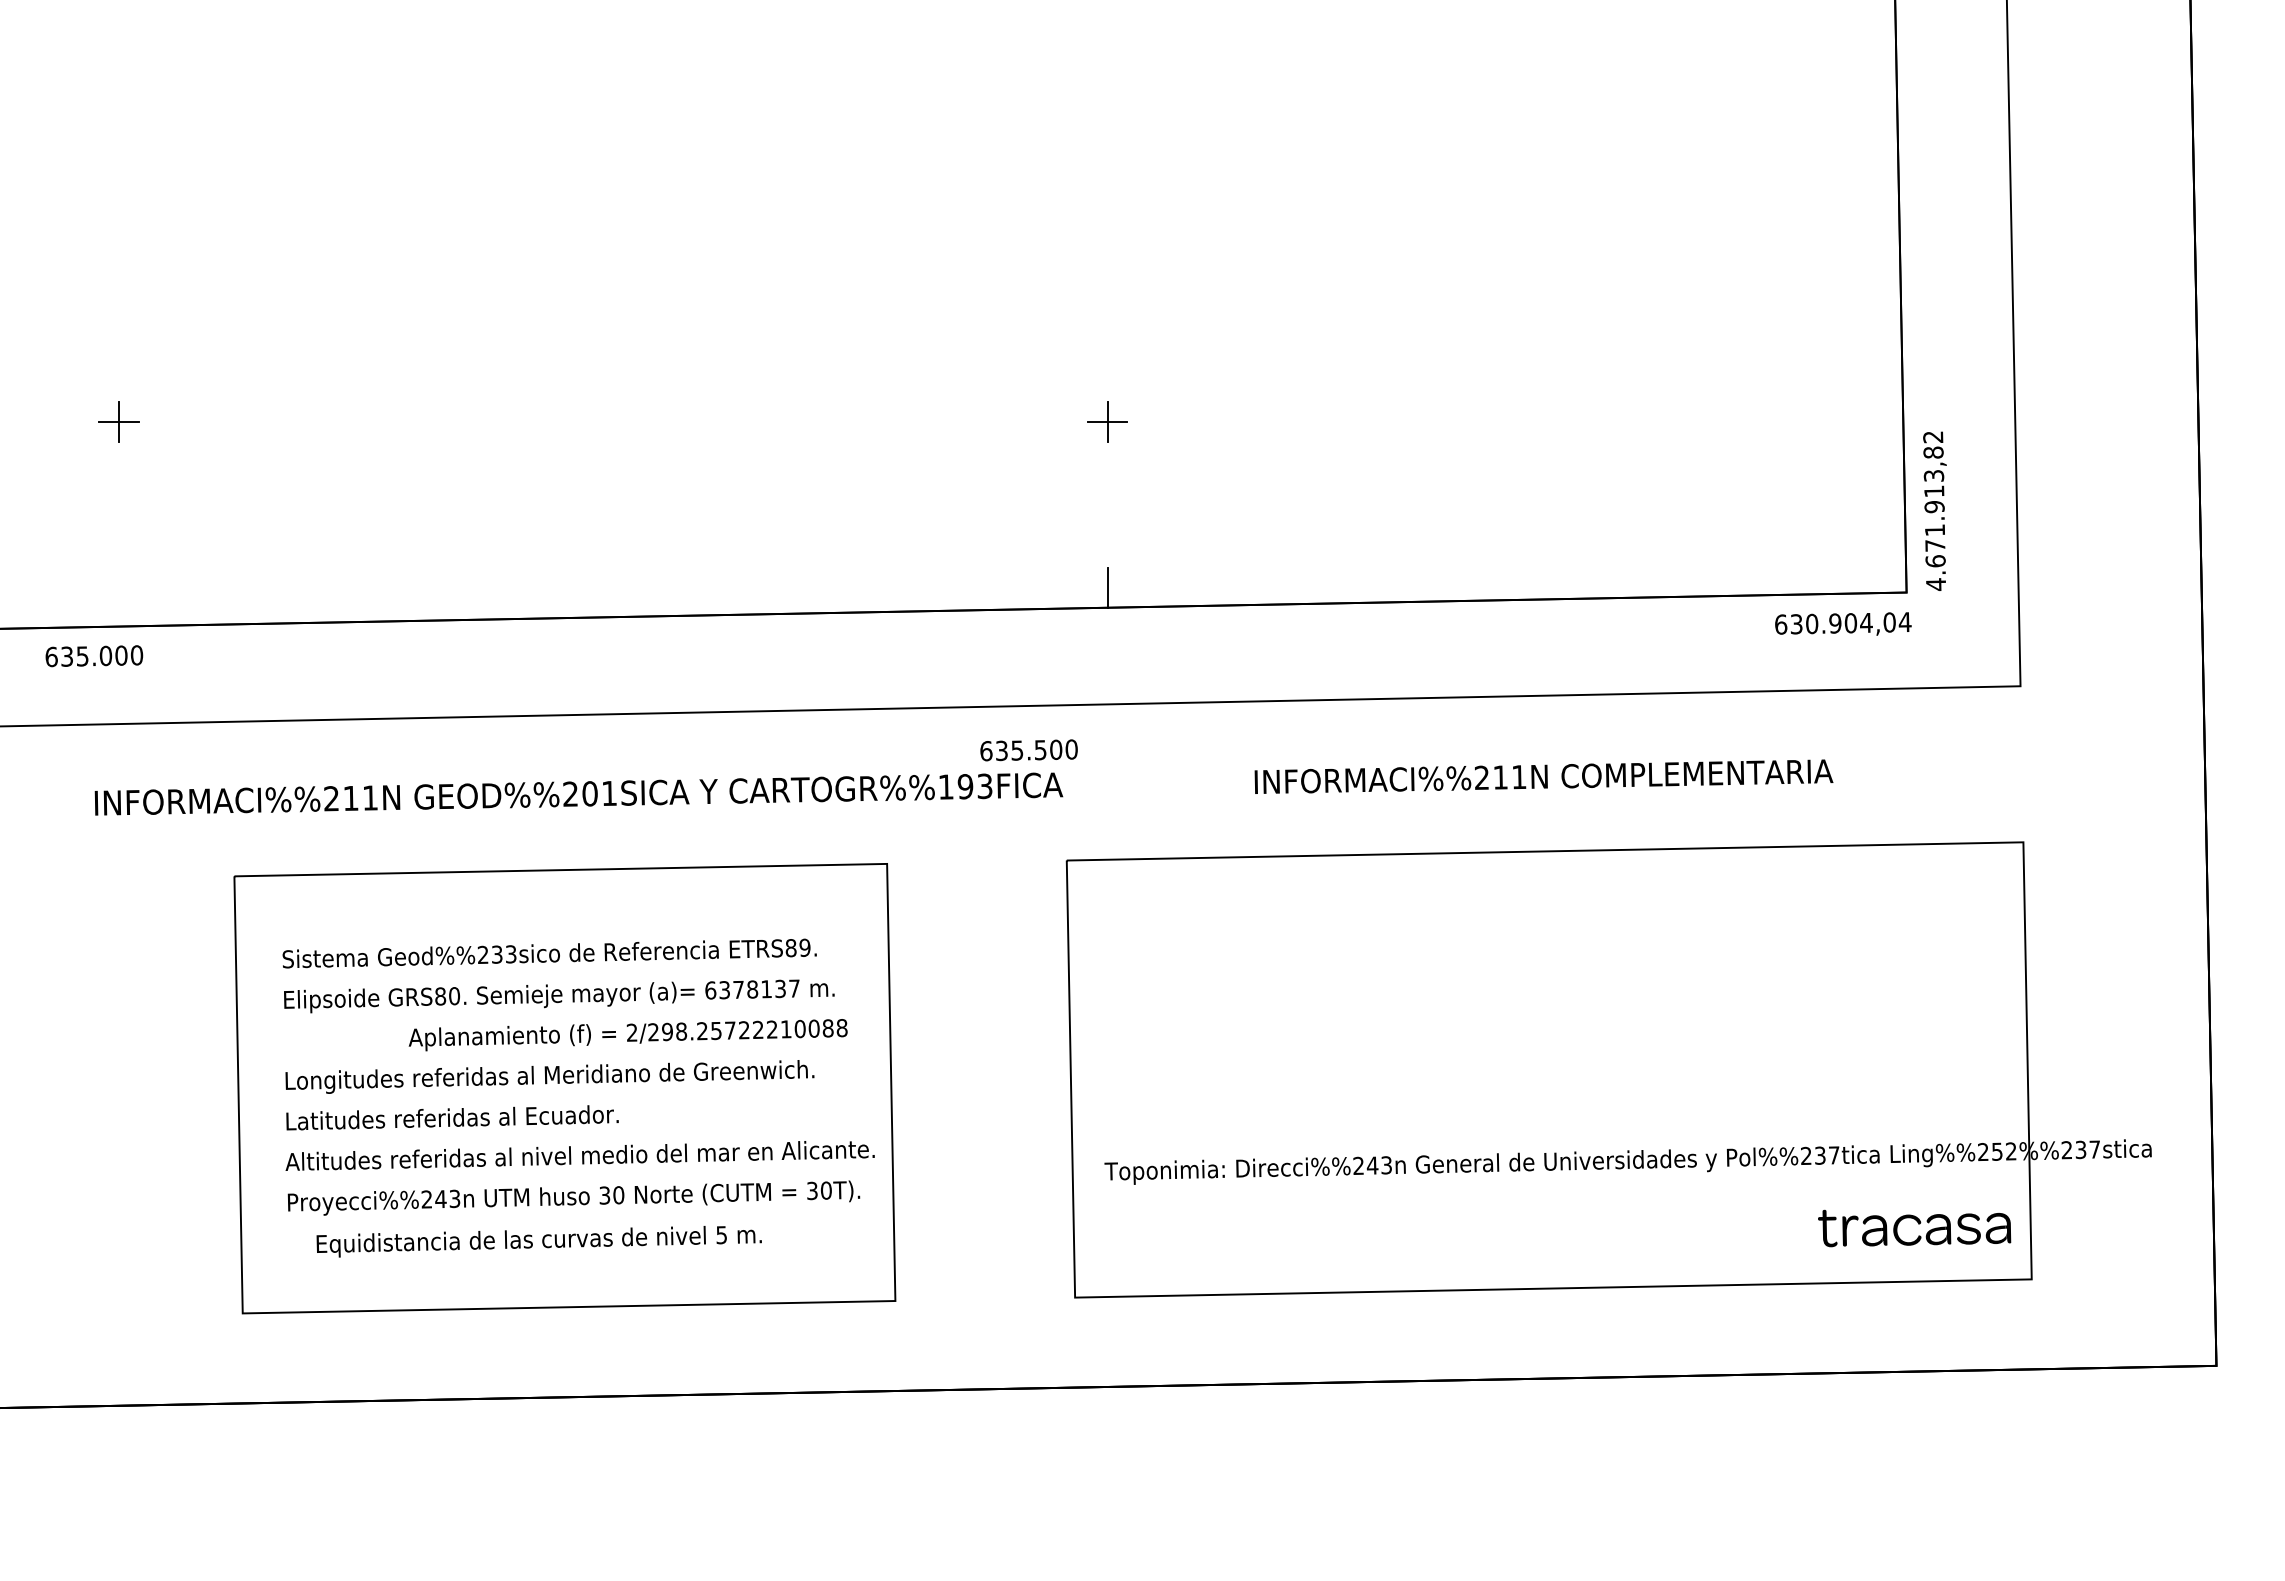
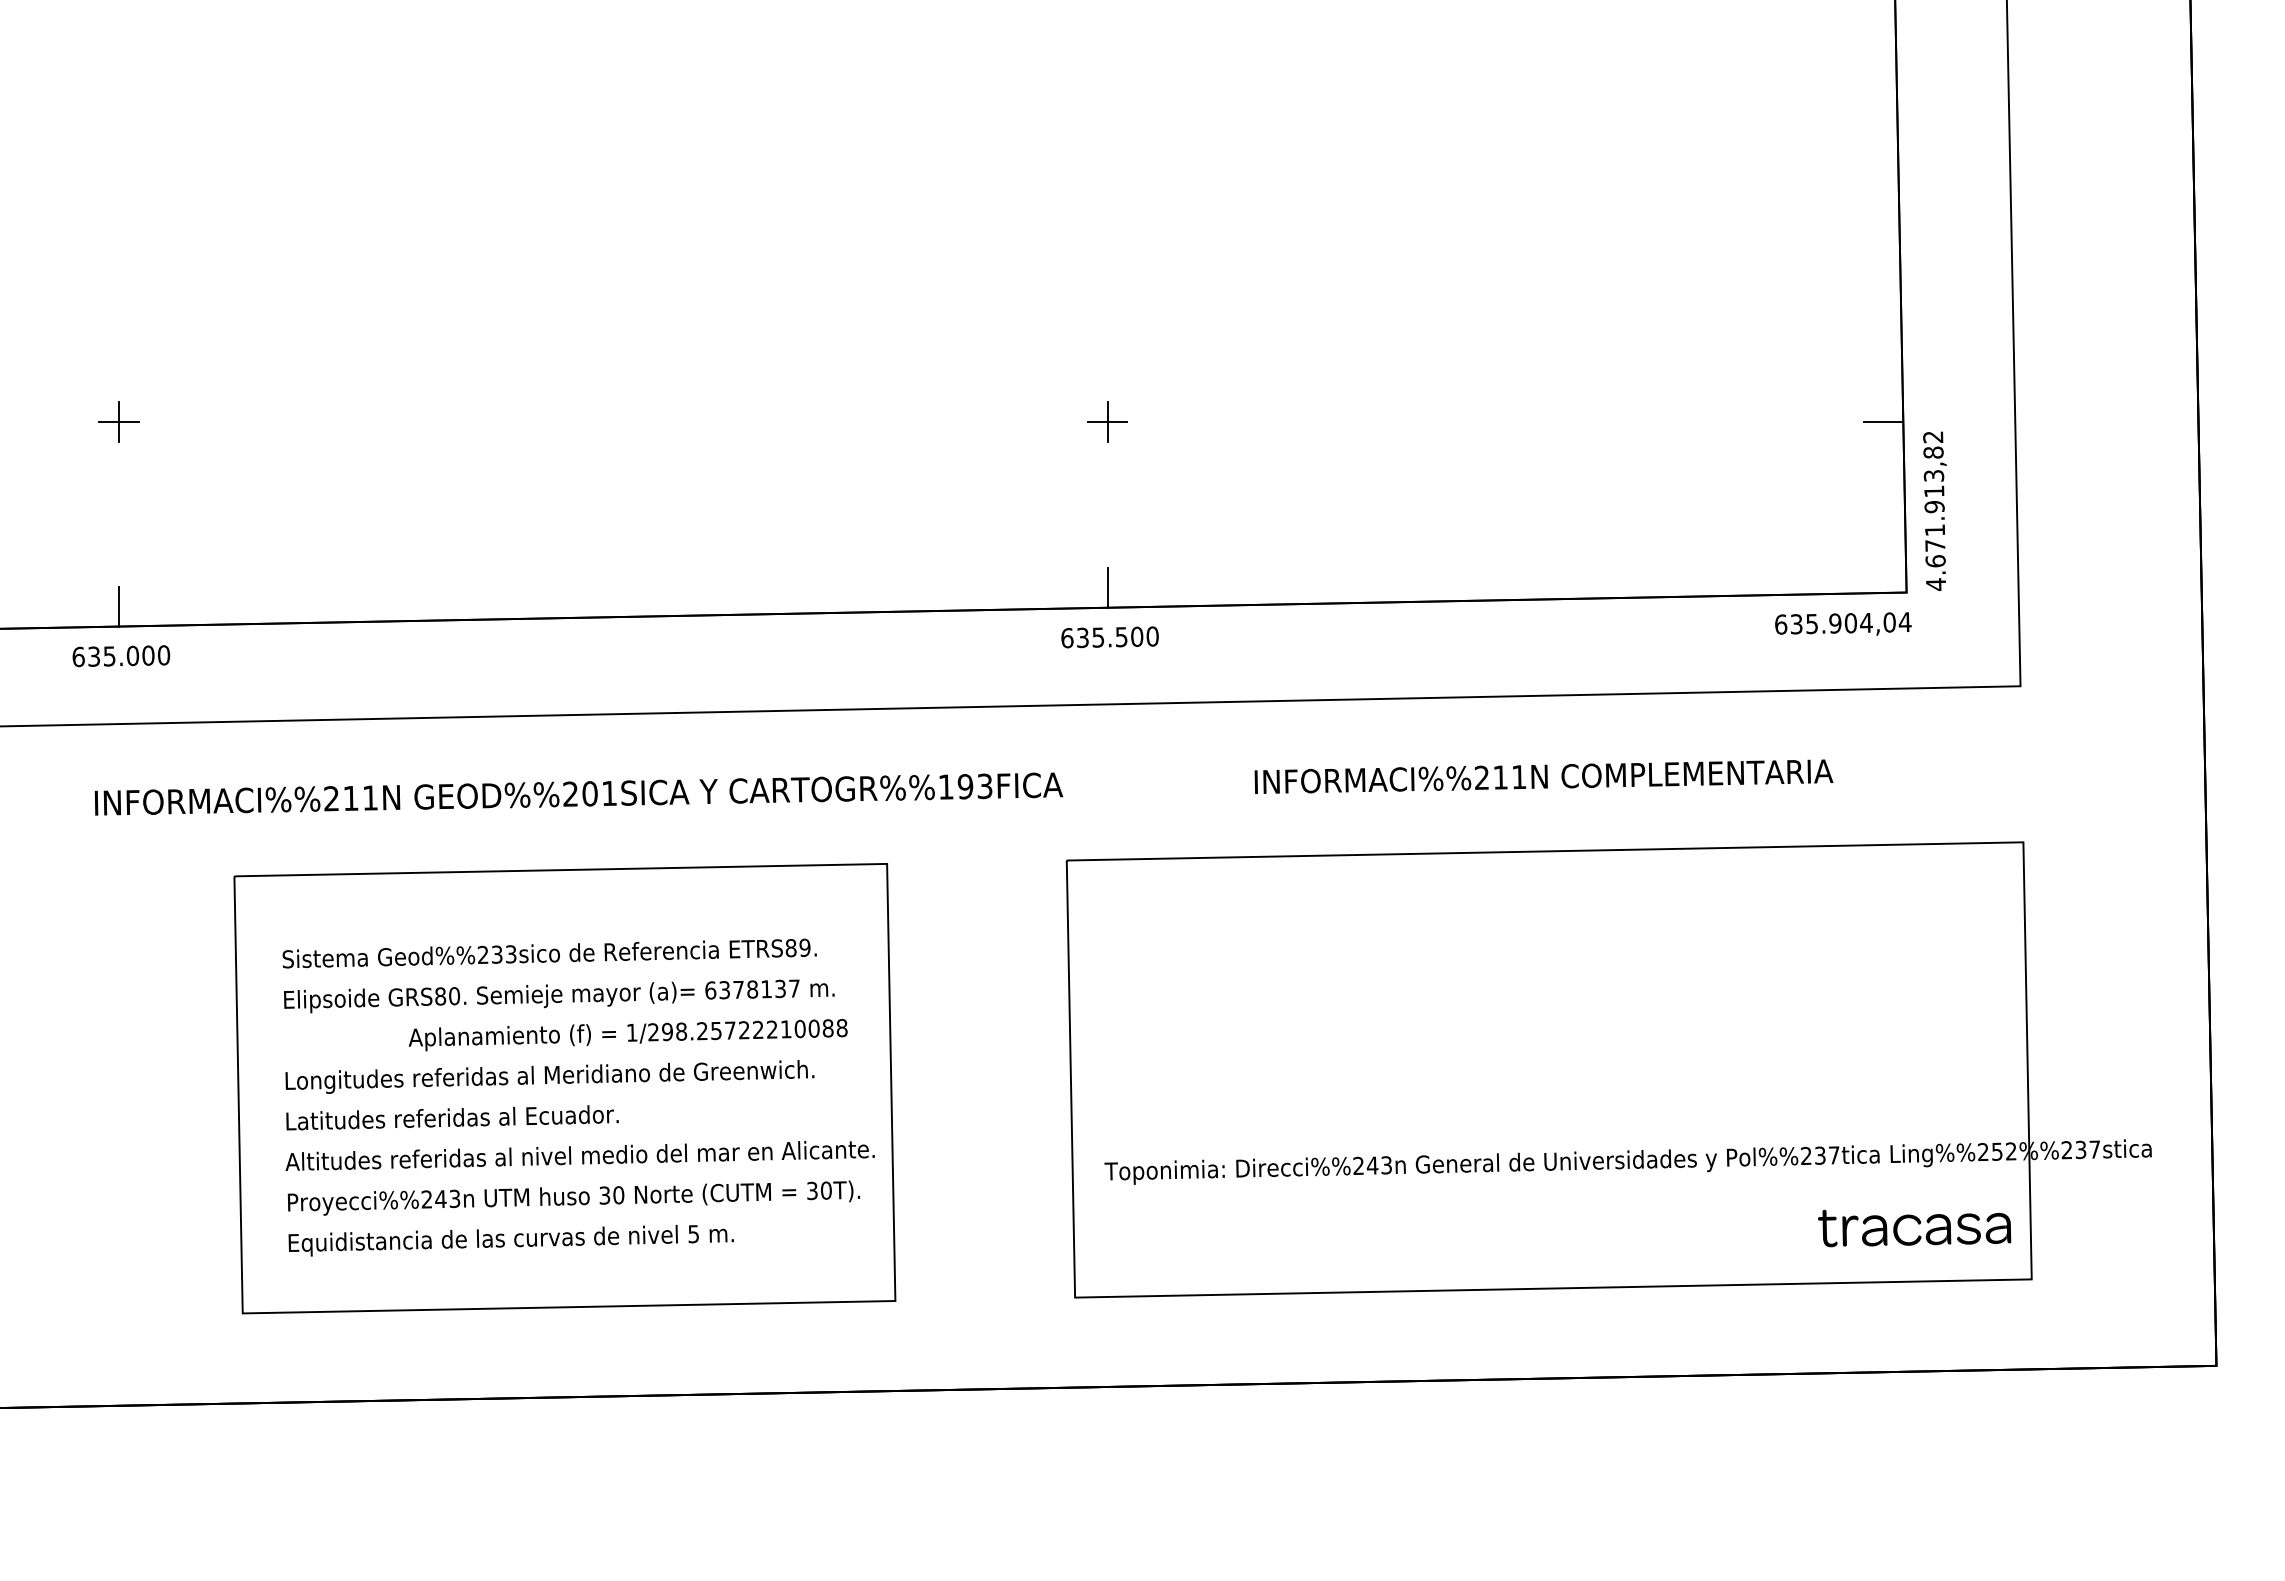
line at (1883, 422): none -> present
line at (118, 606): none -> present
text at (1812, 623): 630.904,04 -> 635.904,04
text at (94, 656) position: (94, 656) -> (121, 656)
text at (1028, 750) position: (1028, 750) -> (1109, 637)
text at (631, 1032): 2/298.25722210088 -> 1/298.25722210088
text at (538, 1241) position: (538, 1241) -> (510, 1240)
